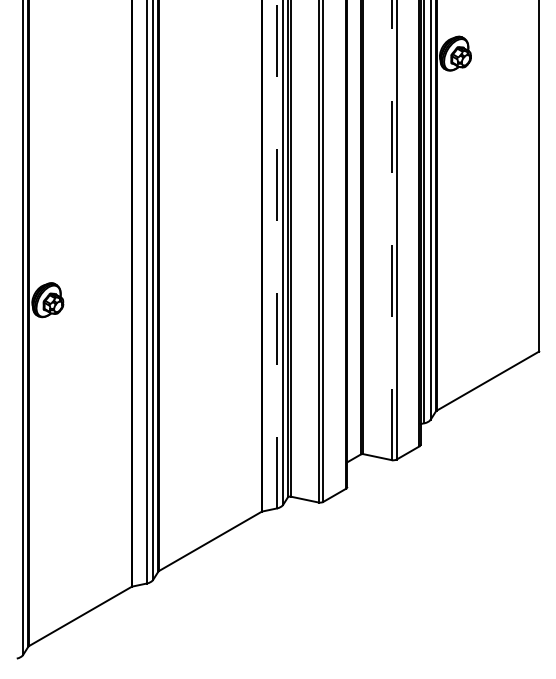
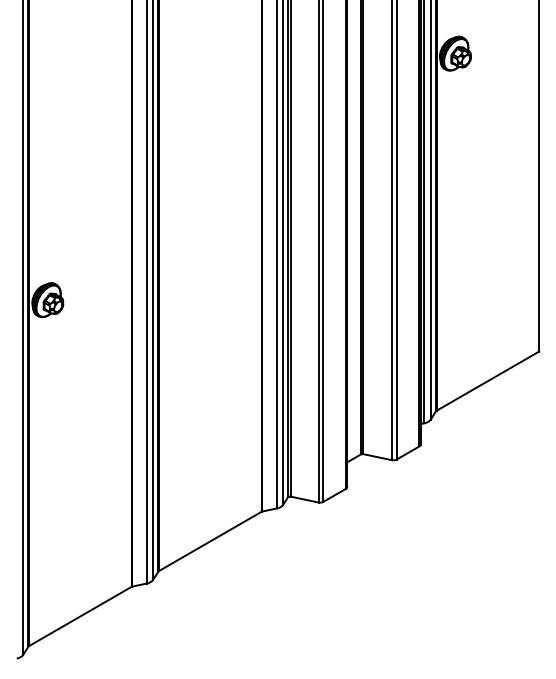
line at (391, 230): dashed -> solid
line at (276, 254): dashed -> solid
